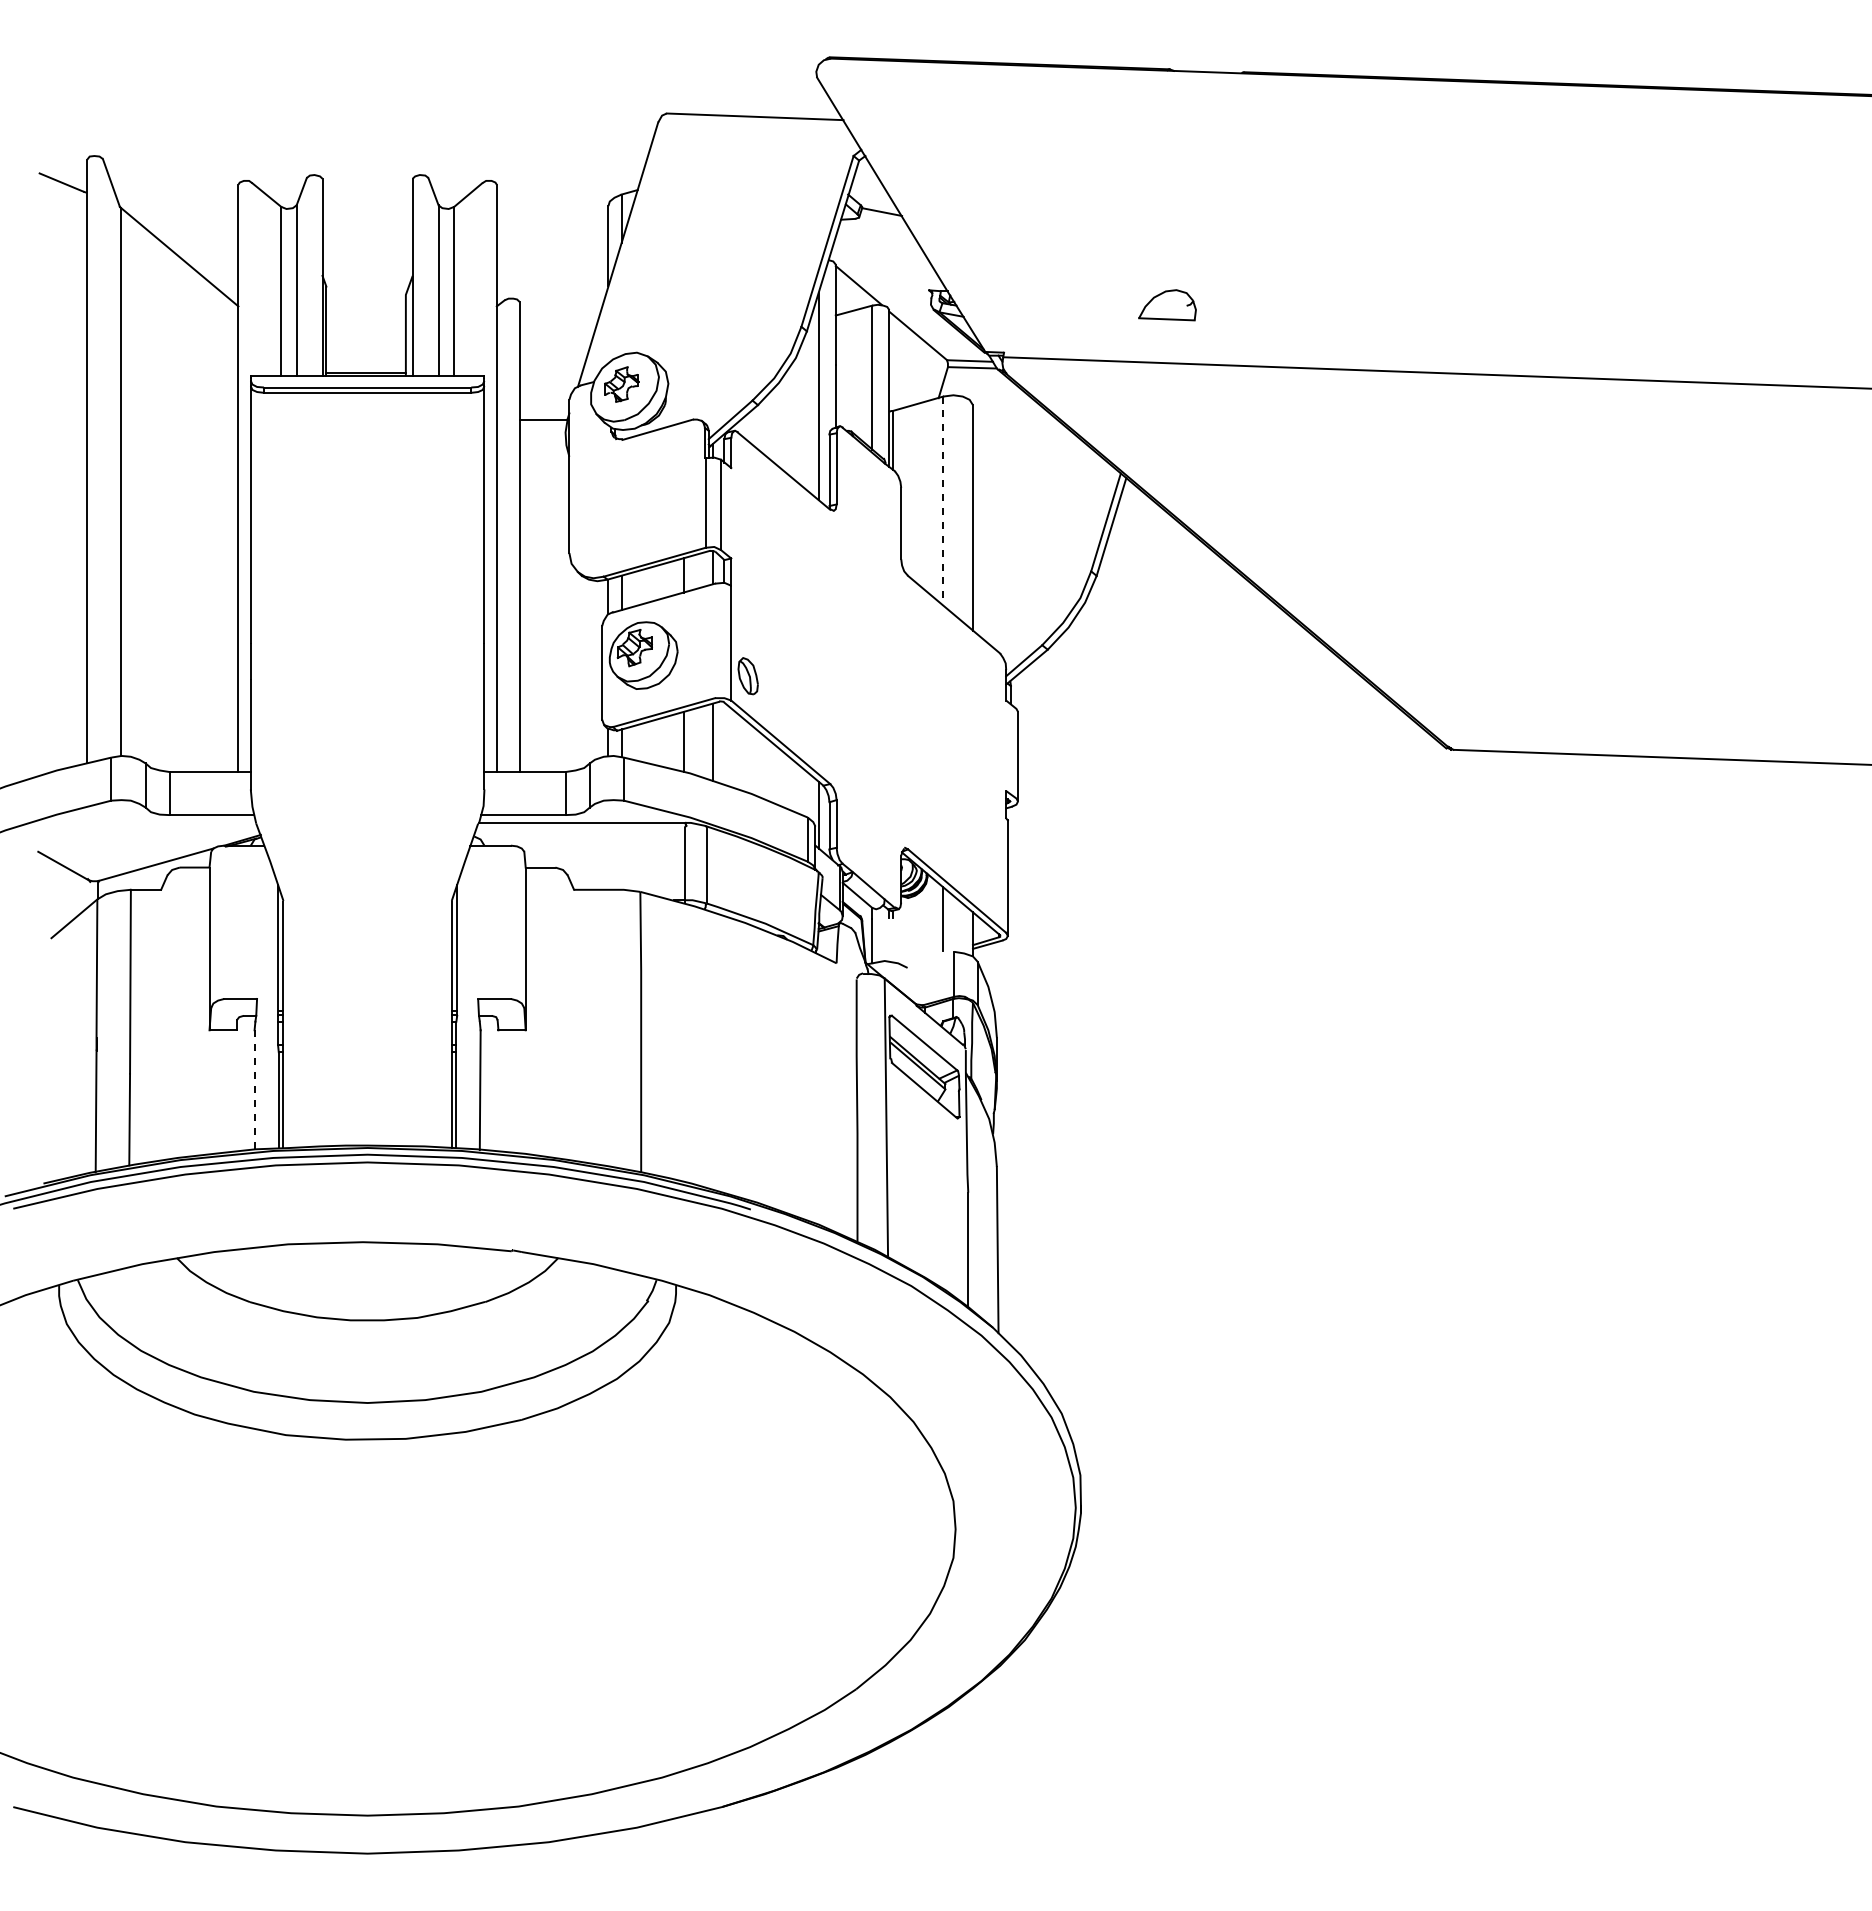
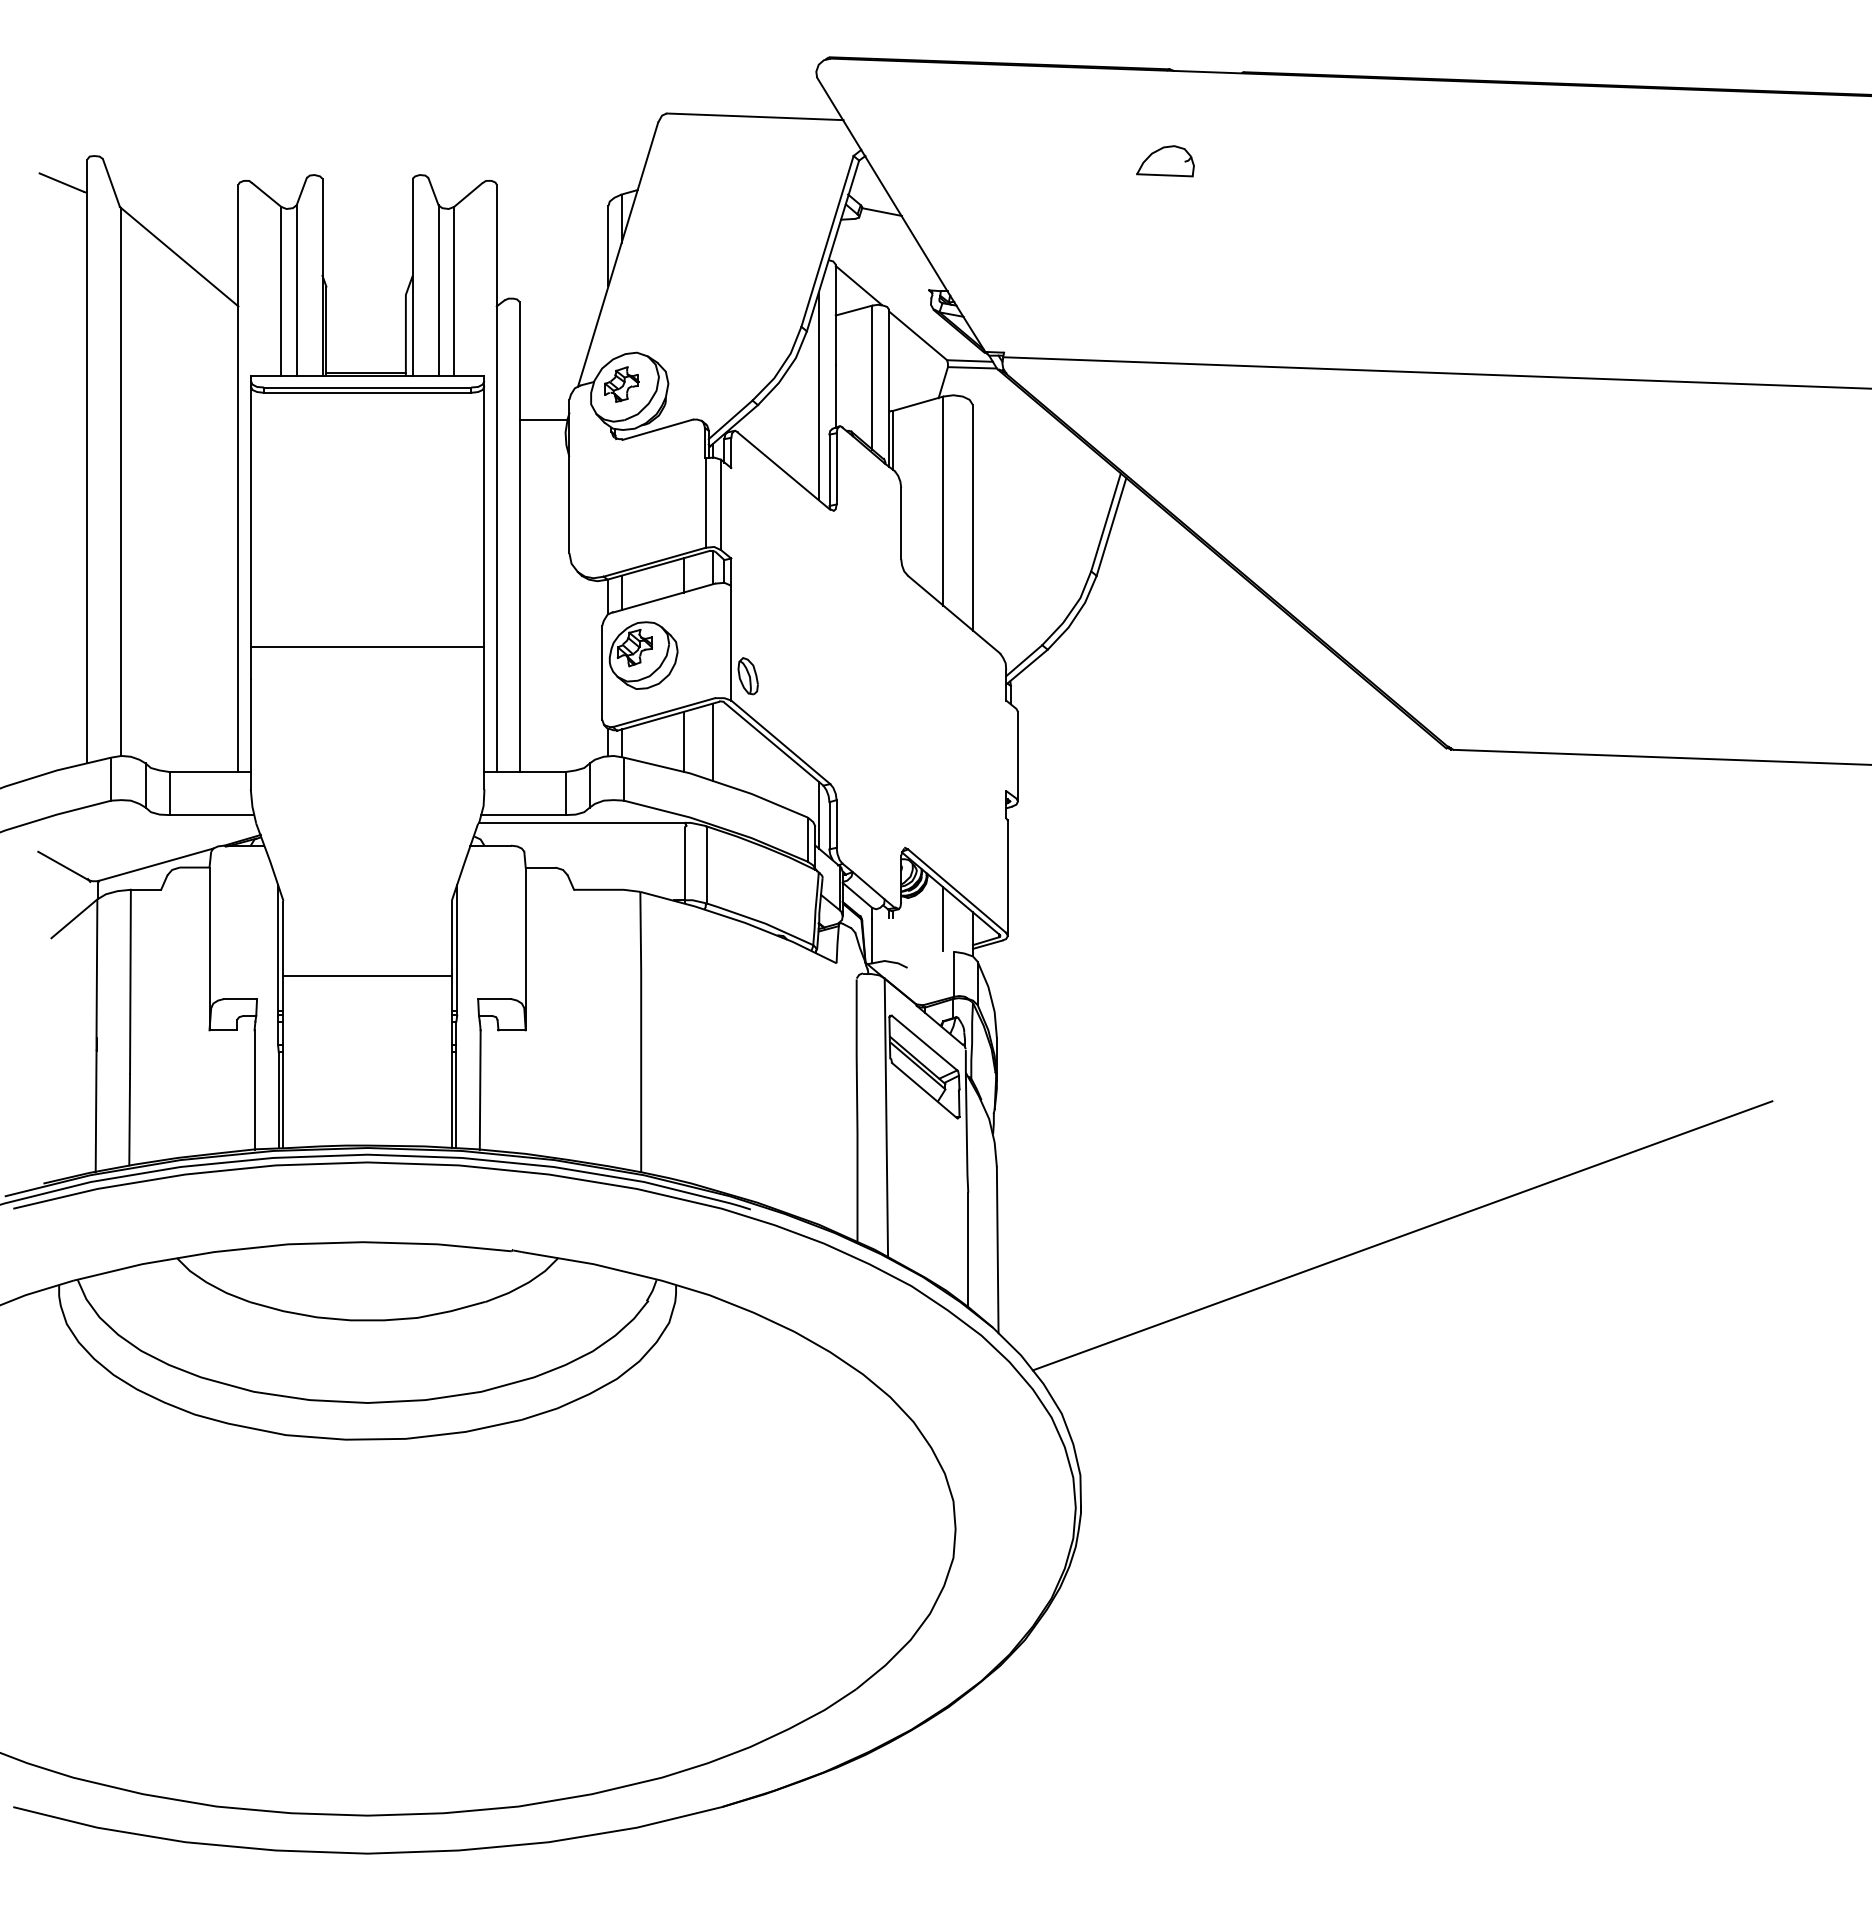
part at (1167, 305) position: (1167, 305) -> (1165, 161)
line at (943, 501): dashed -> solid
line at (367, 647): none -> present
line at (367, 976): none -> present
line at (254, 1090): dashed -> solid
line at (1402, 1235): none -> present
